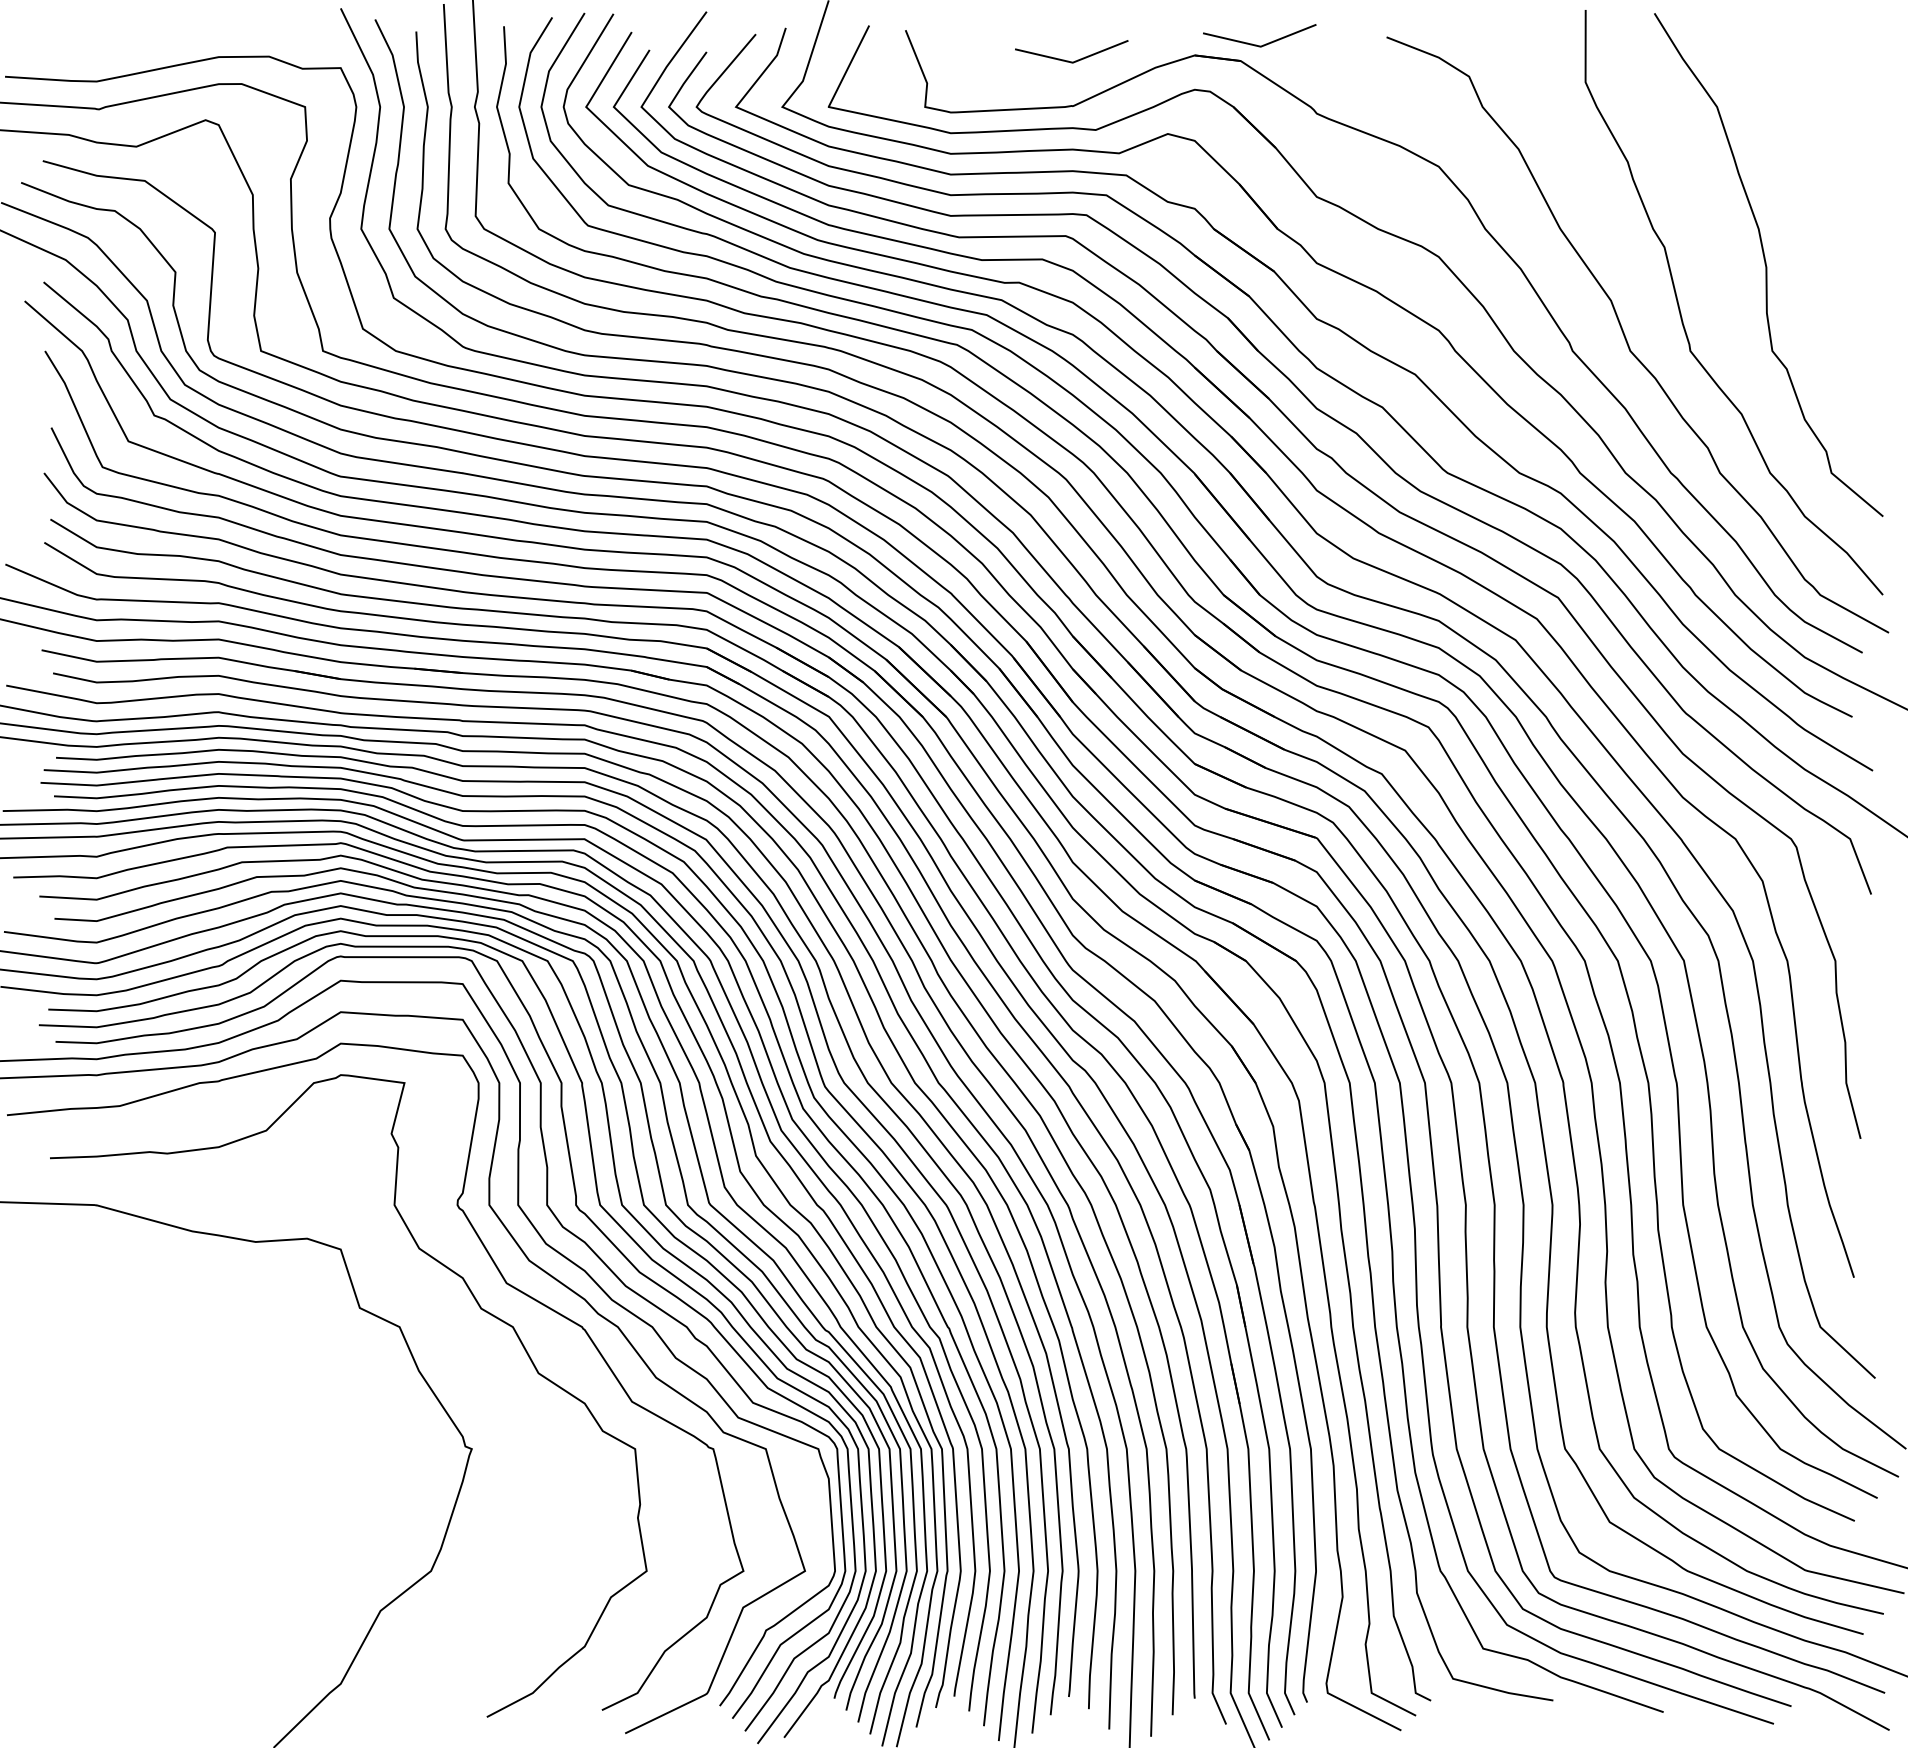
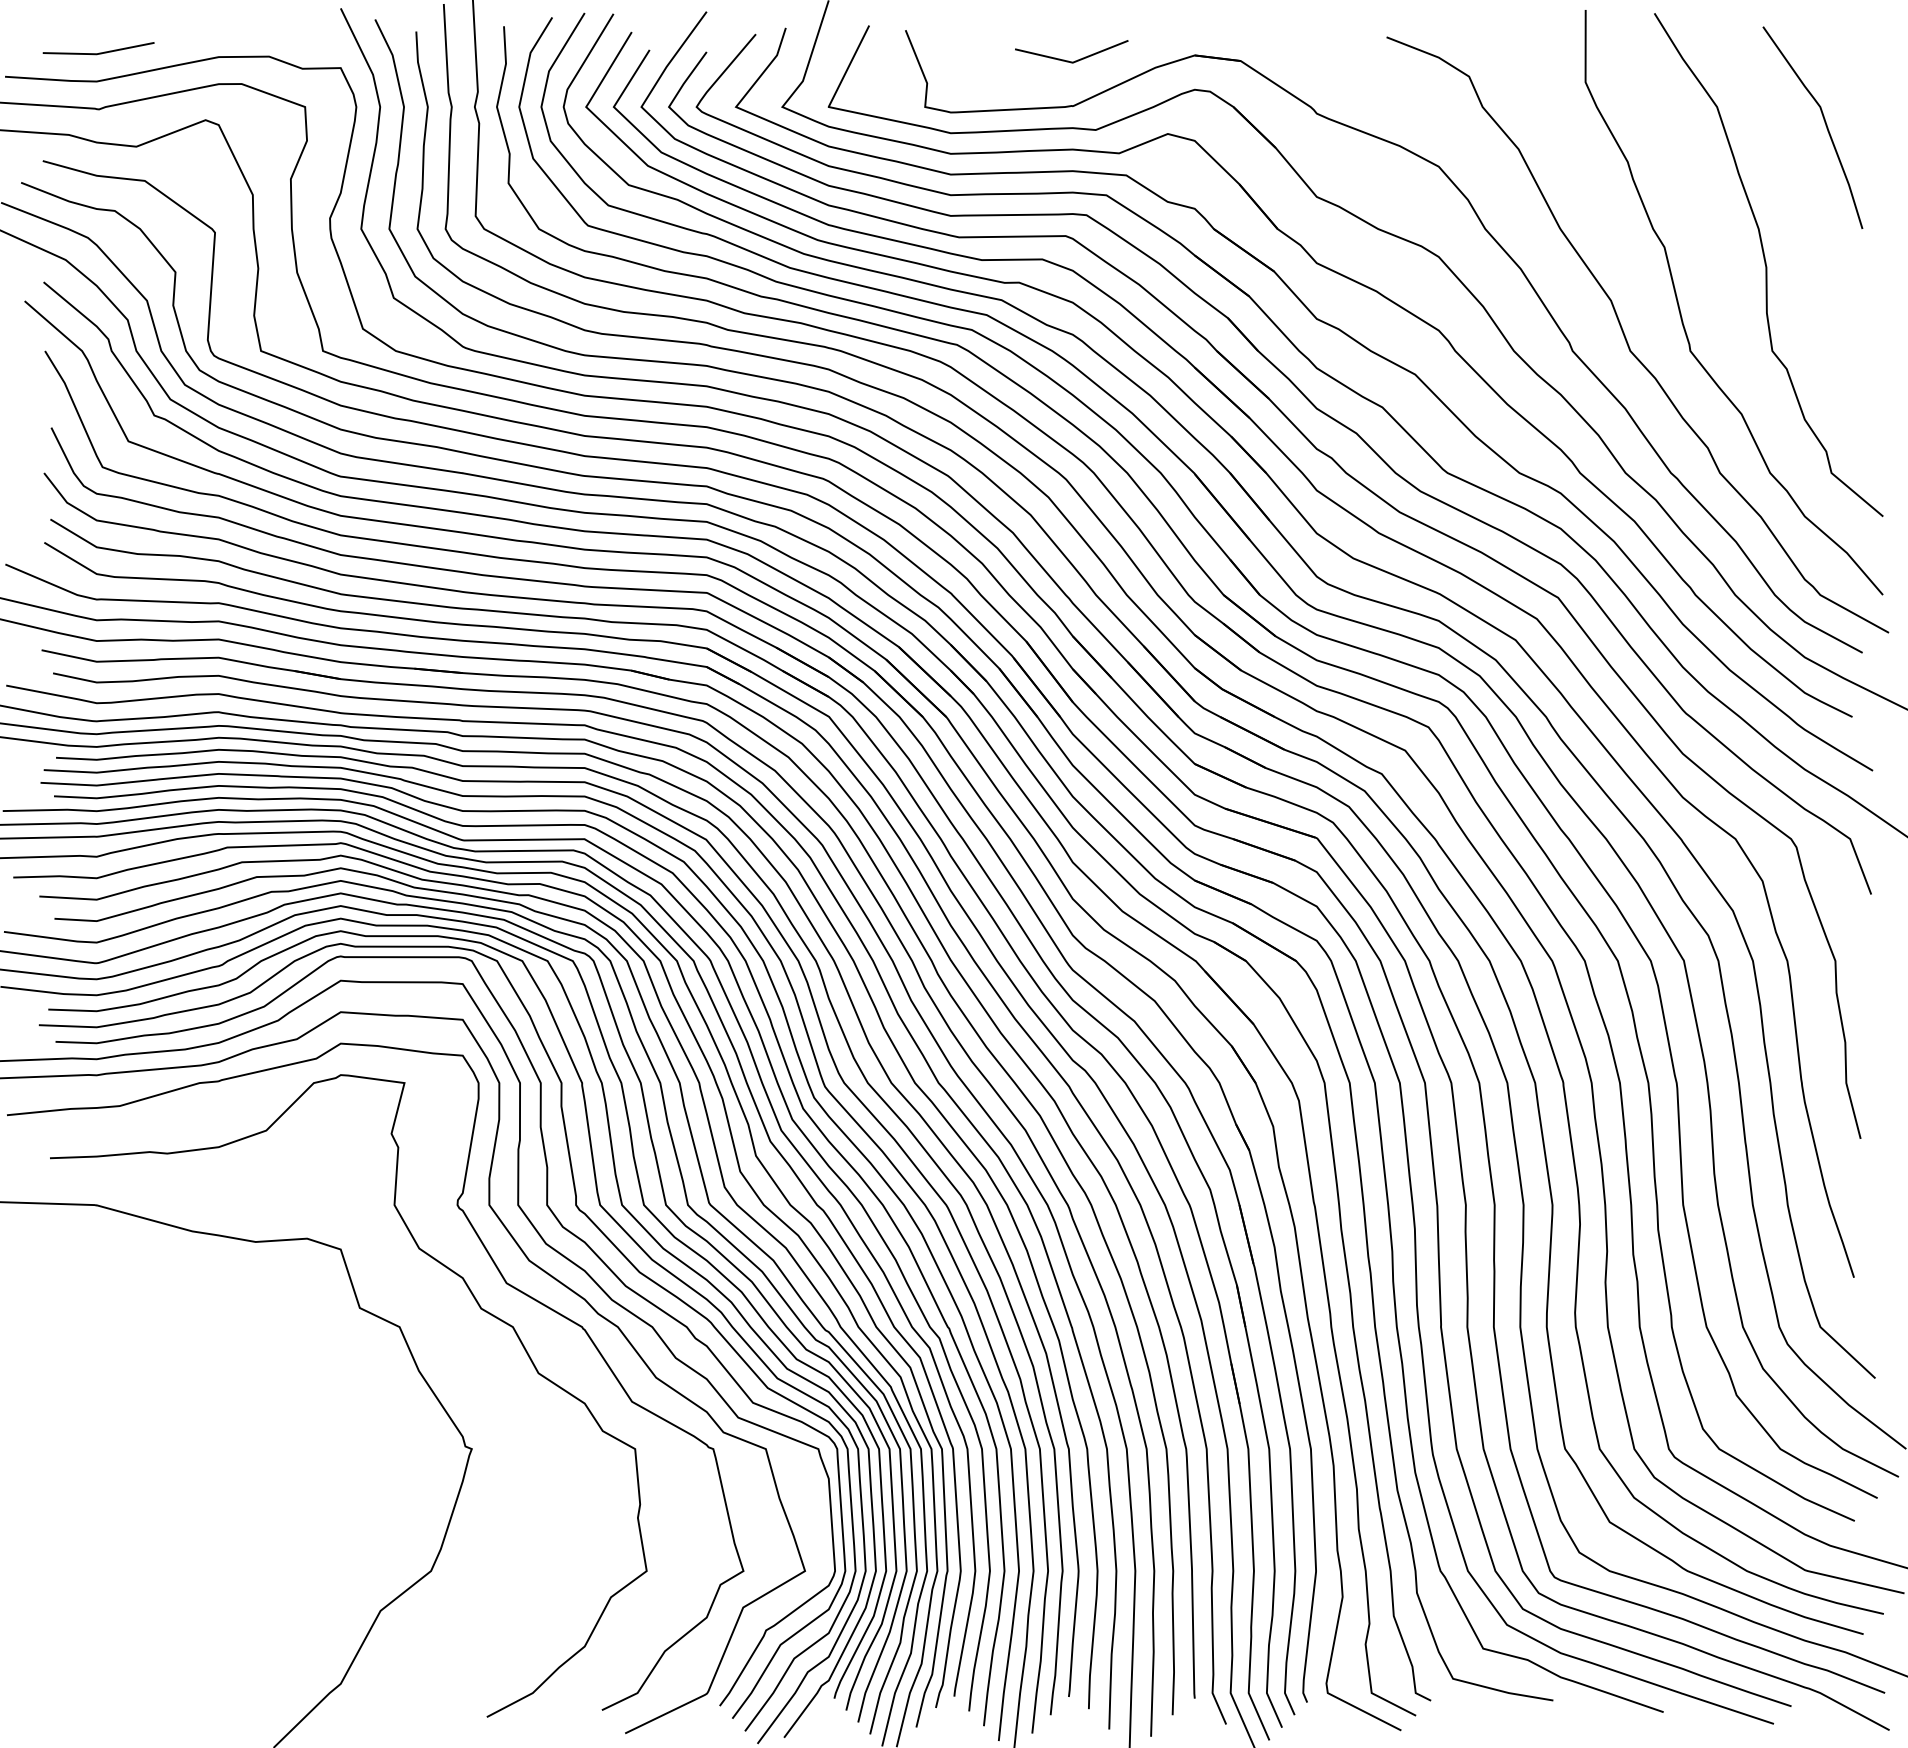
line at (1256, 44): present -> none
line at (99, 52): none -> present
curve at (1824, 122): none -> present
